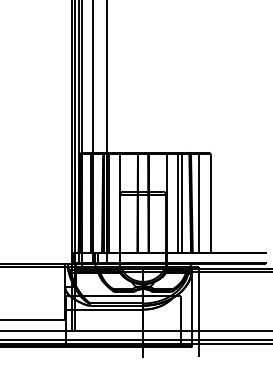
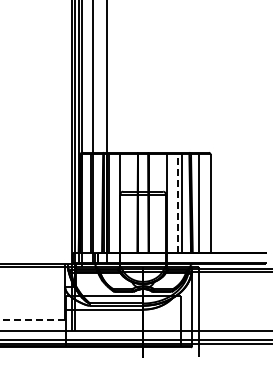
line at (177, 202): solid -> dashed
line at (32, 319): solid -> dashed
